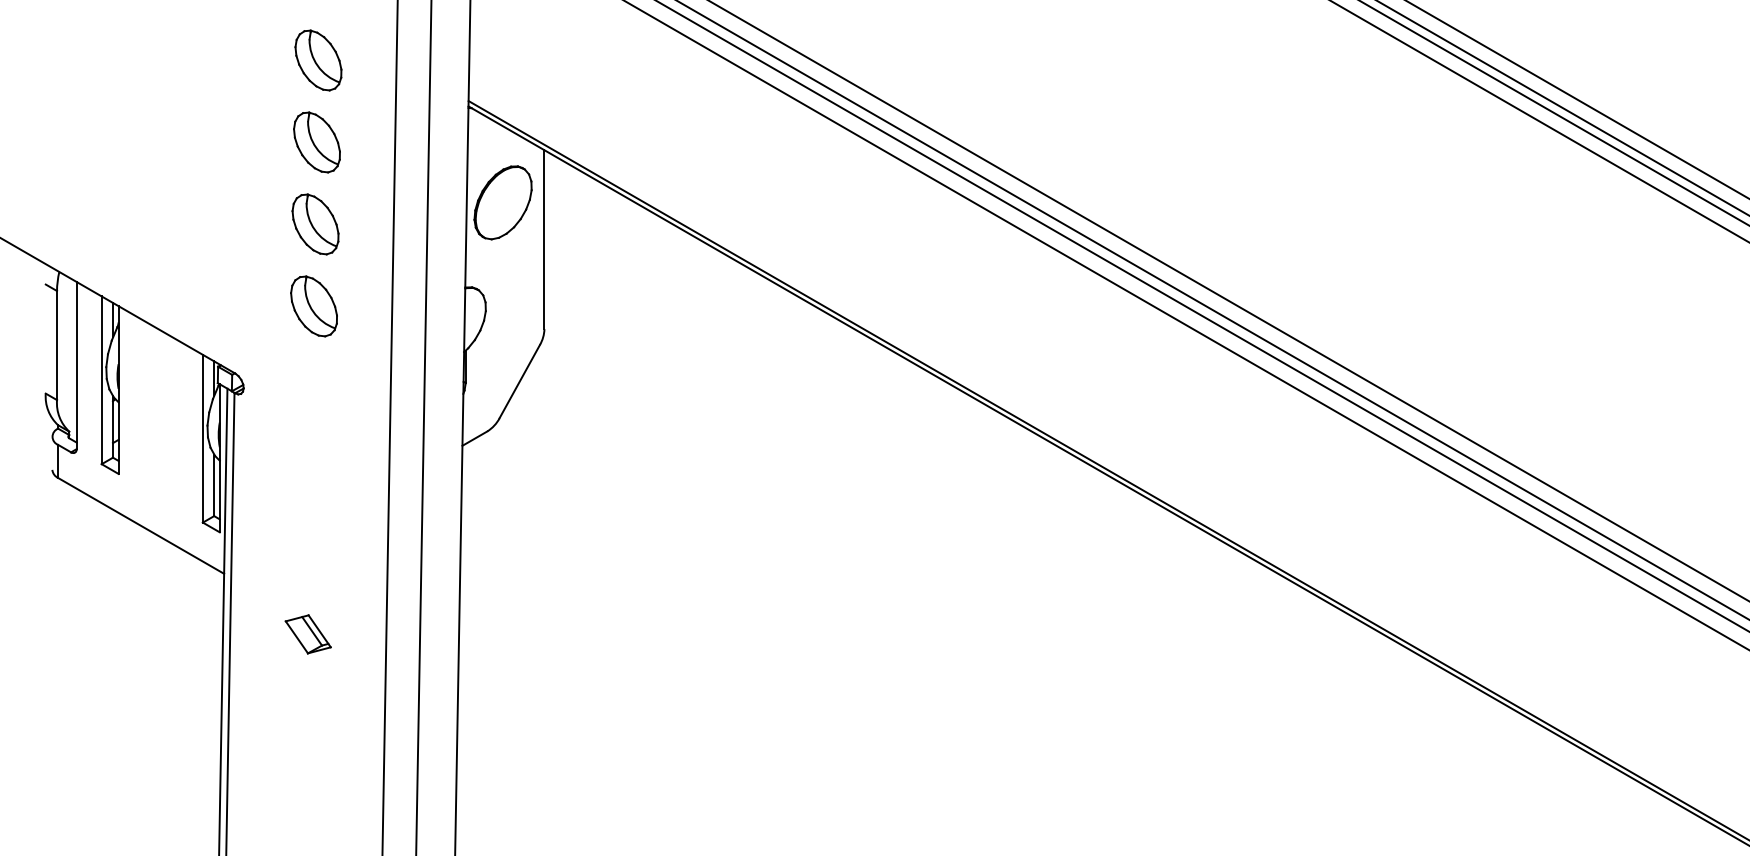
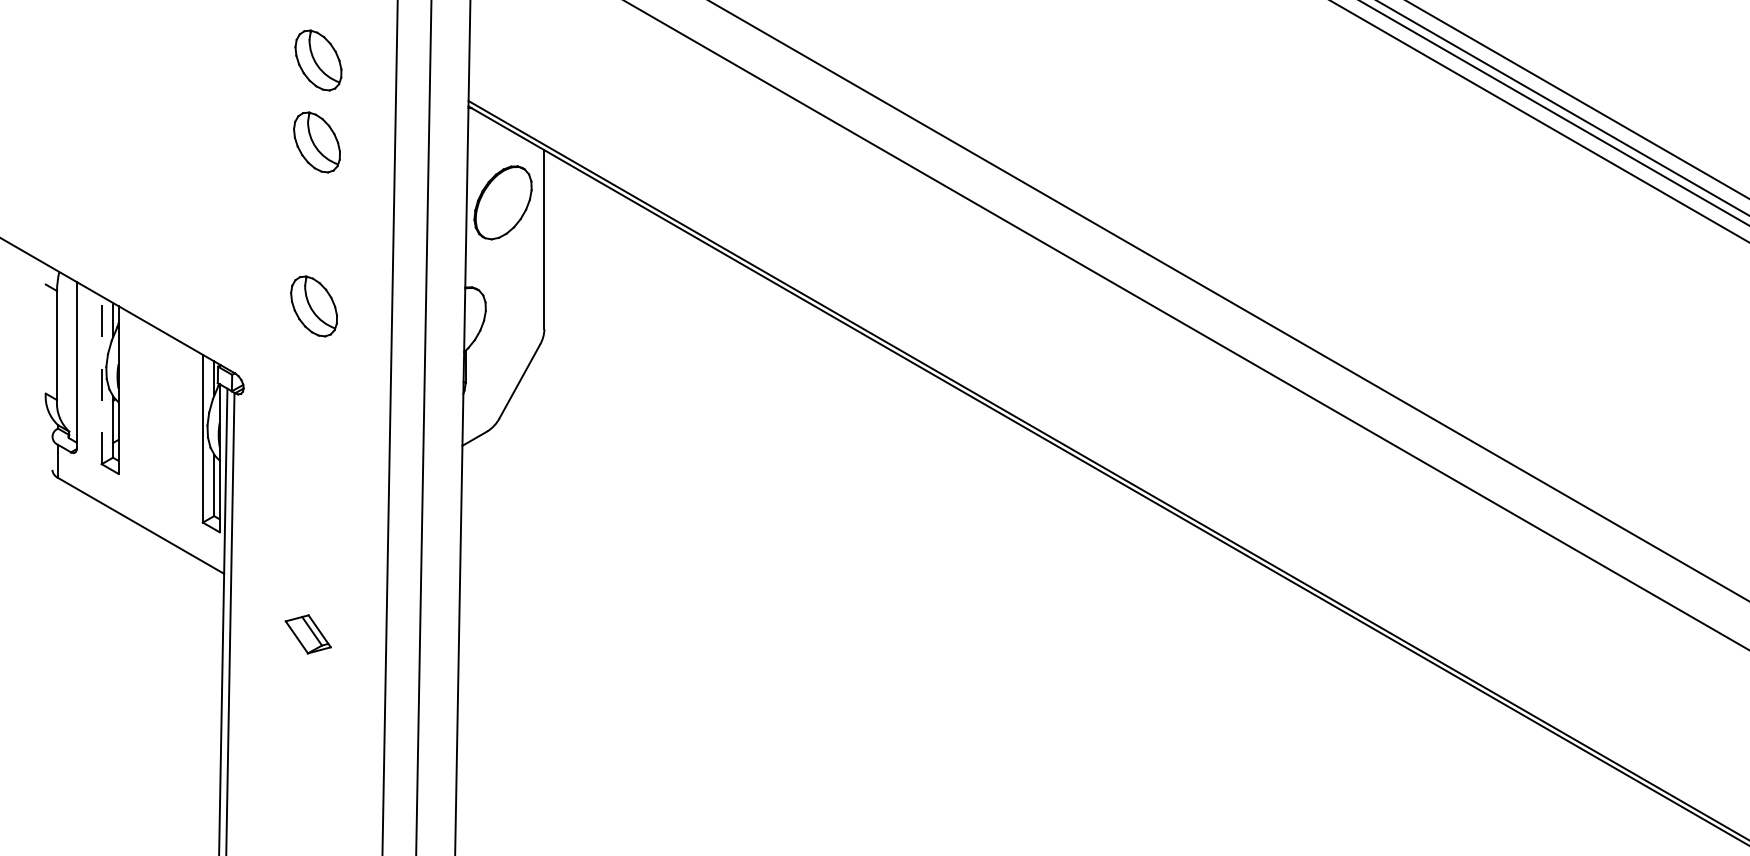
part at (315, 224): present -> none
line at (1212, 310): present -> none
line at (1202, 316): present -> none
line at (101, 380): solid -> dashed
